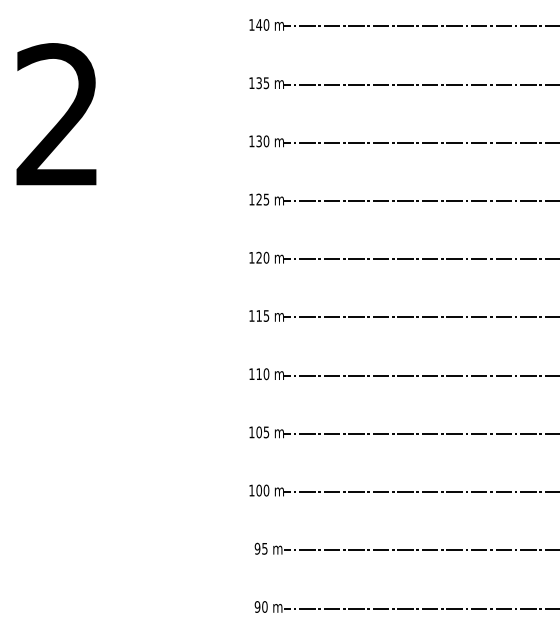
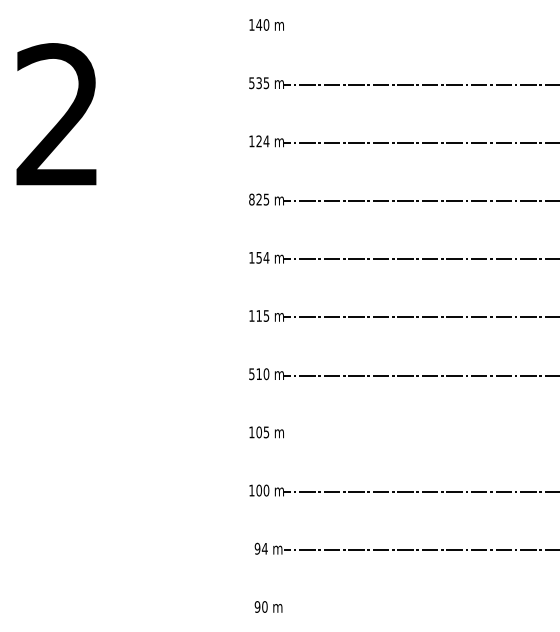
line at (420, 26): present -> none
text at (251, 83): 135 -> 535
text at (262, 141): 130 -> 124
text at (251, 199): 125 -> 825
text at (262, 257): 120 -> 154
text at (251, 374): 110 -> 510
line at (420, 433): present -> none
text at (264, 548): 95 -> 94
line at (420, 608): present -> none
